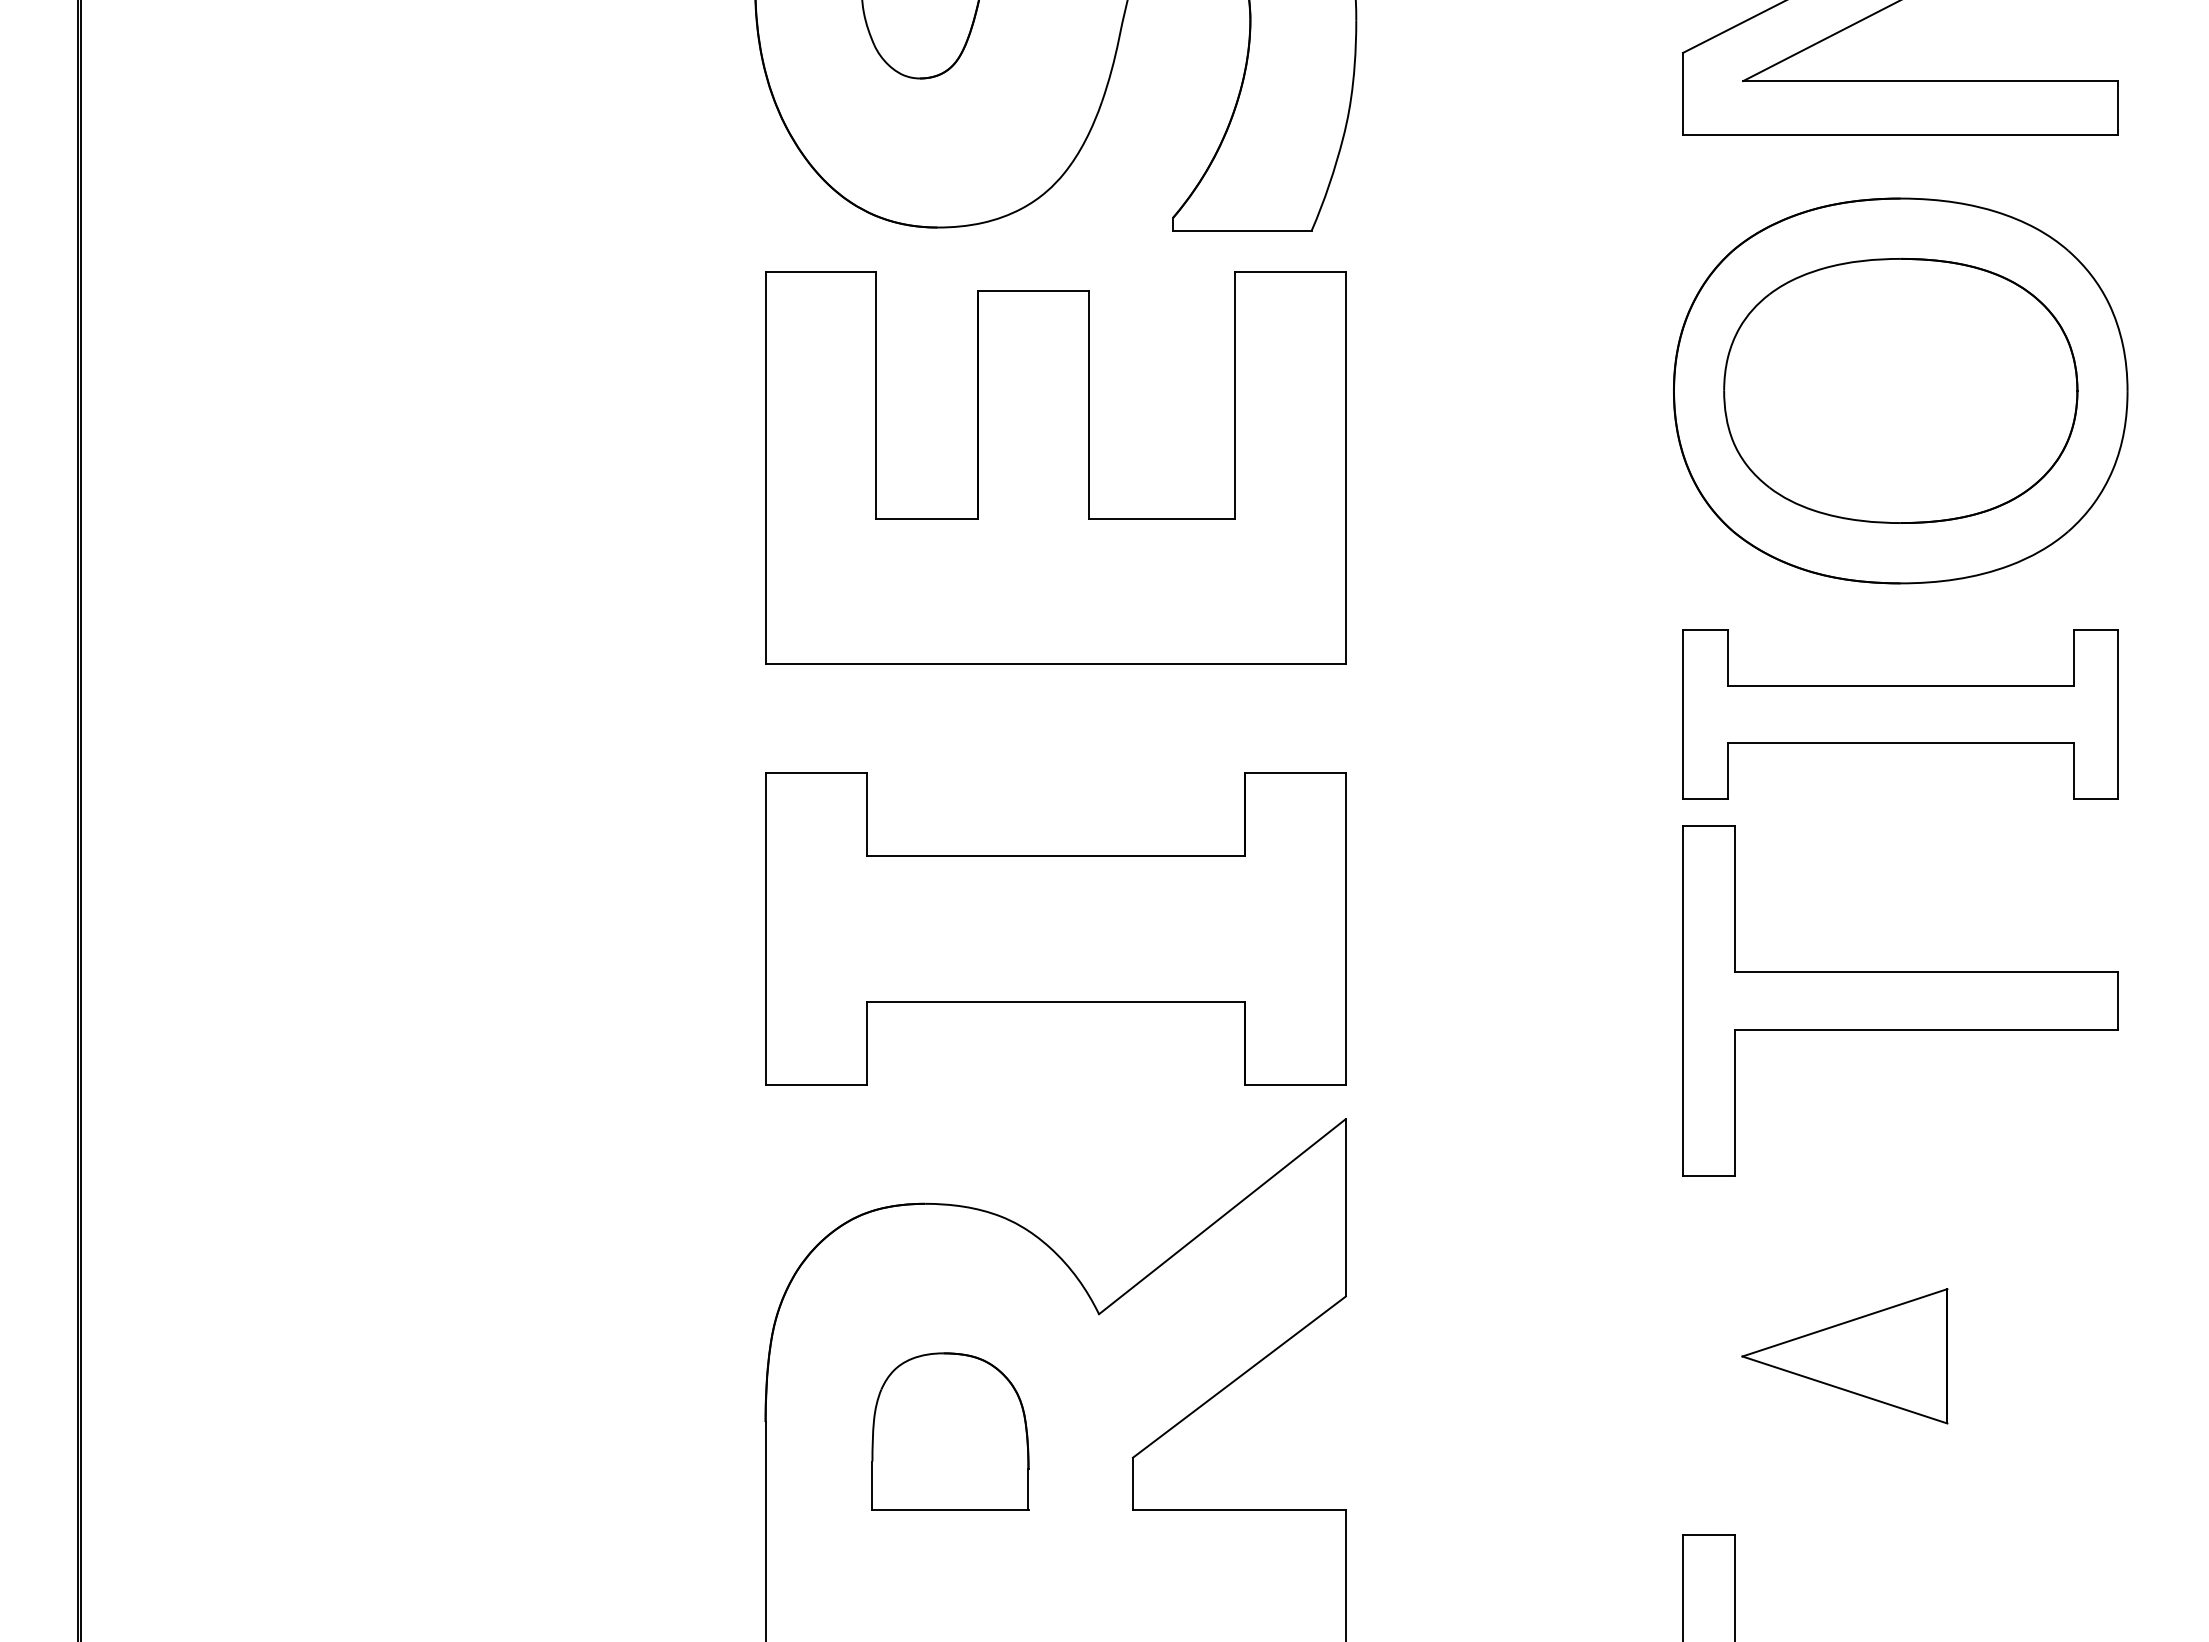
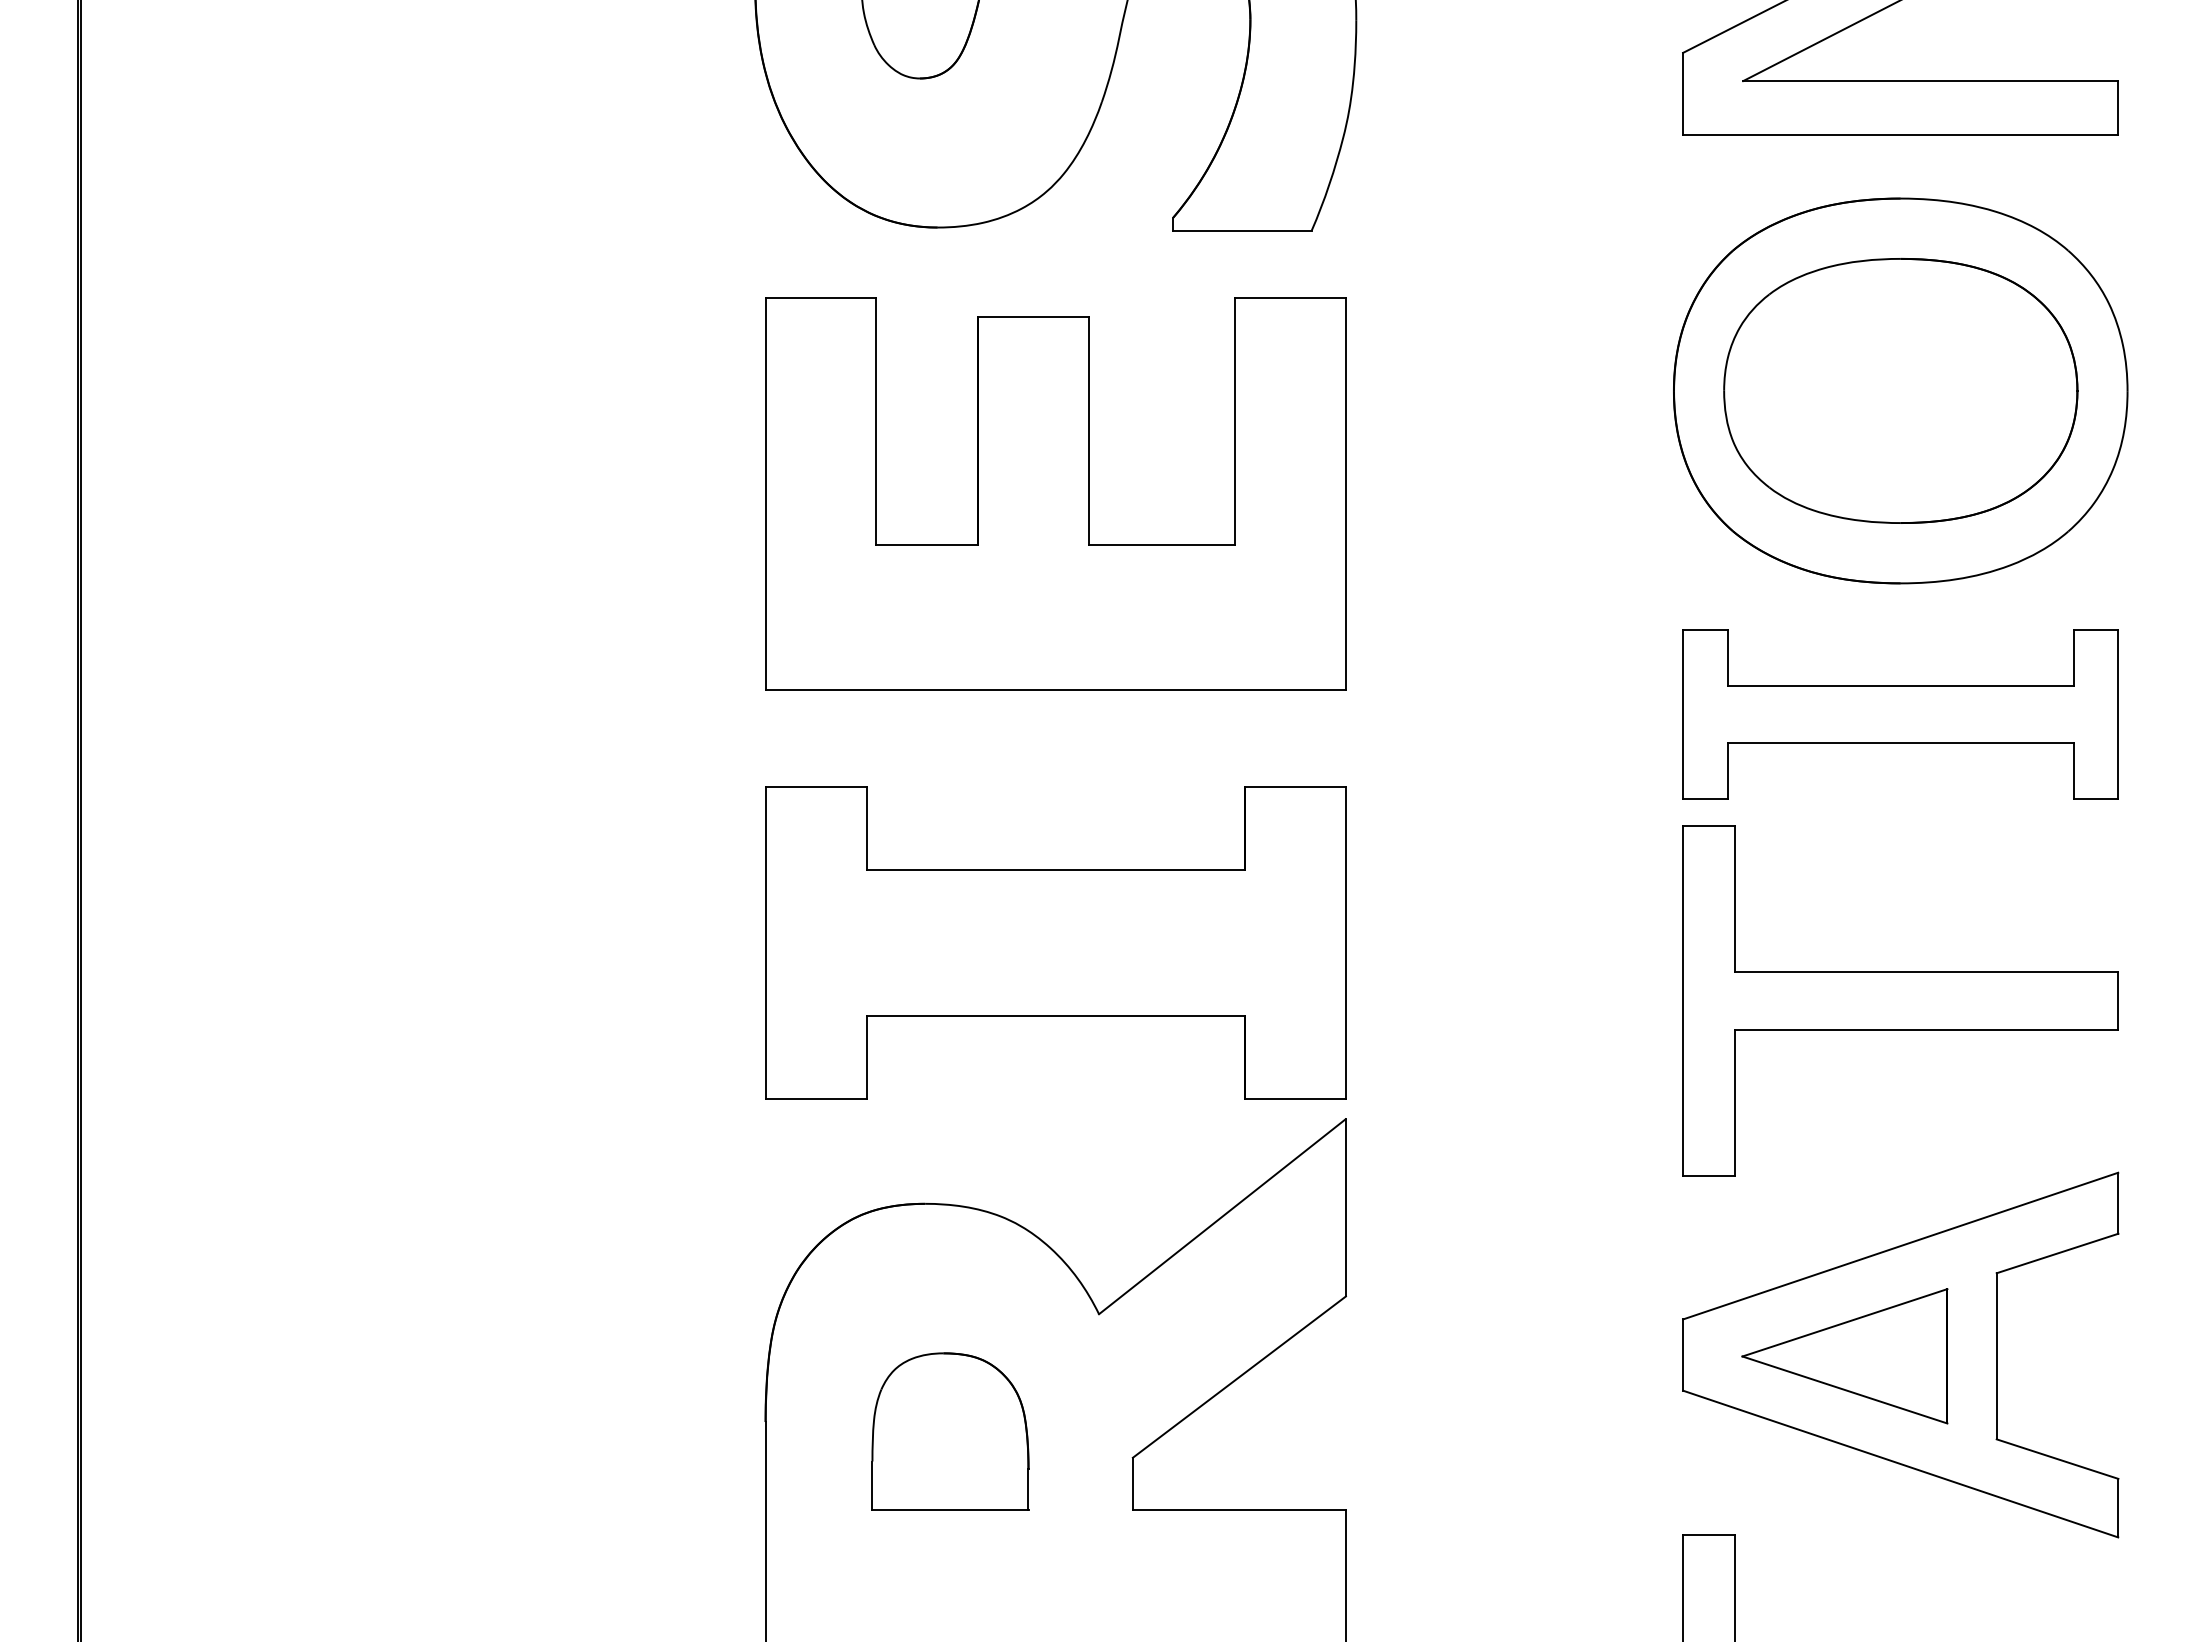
part at (1055, 467) position: (1055, 467) -> (1055, 493)
part at (1055, 928) position: (1055, 928) -> (1055, 942)
part at (1900, 1354): none -> present
